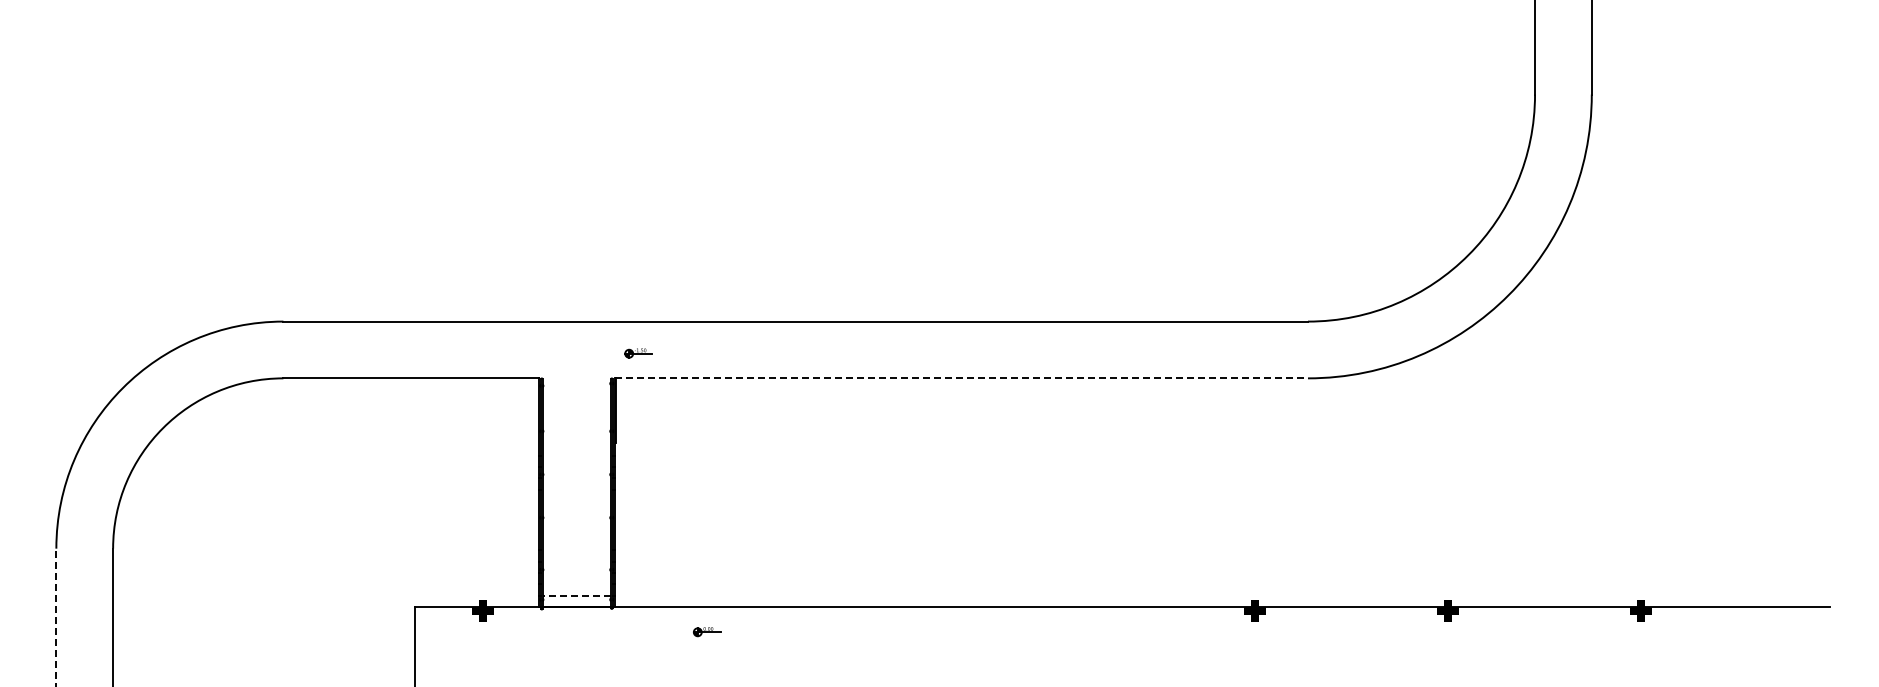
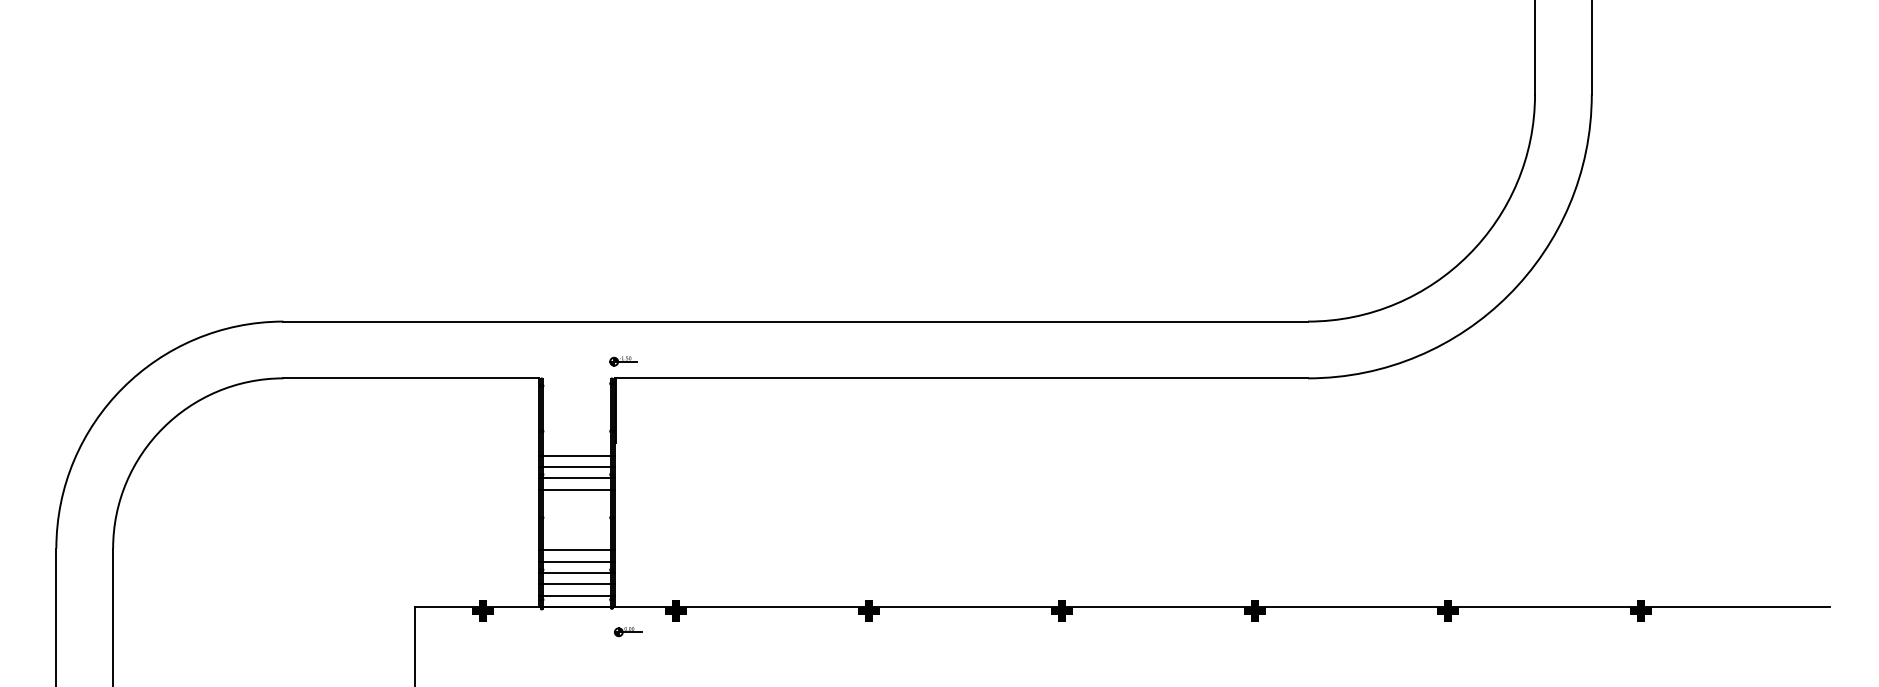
part at (638, 353) position: (638, 353) -> (623, 361)
line at (961, 378): dashed -> solid
line at (576, 455): none -> present
line at (576, 467): none -> present
line at (576, 478): none -> present
line at (576, 489): none -> present
line at (576, 550): none -> present
line at (576, 561): none -> present
line at (576, 573): none -> present
line at (576, 584): none -> present
line at (576, 595): dashed -> solid
fill at (675, 610): none -> present
fill at (868, 610): none -> present
fill at (1061, 610): none -> present
line at (56, 617): dashed -> solid
part at (707, 632) position: (707, 632) -> (628, 632)
